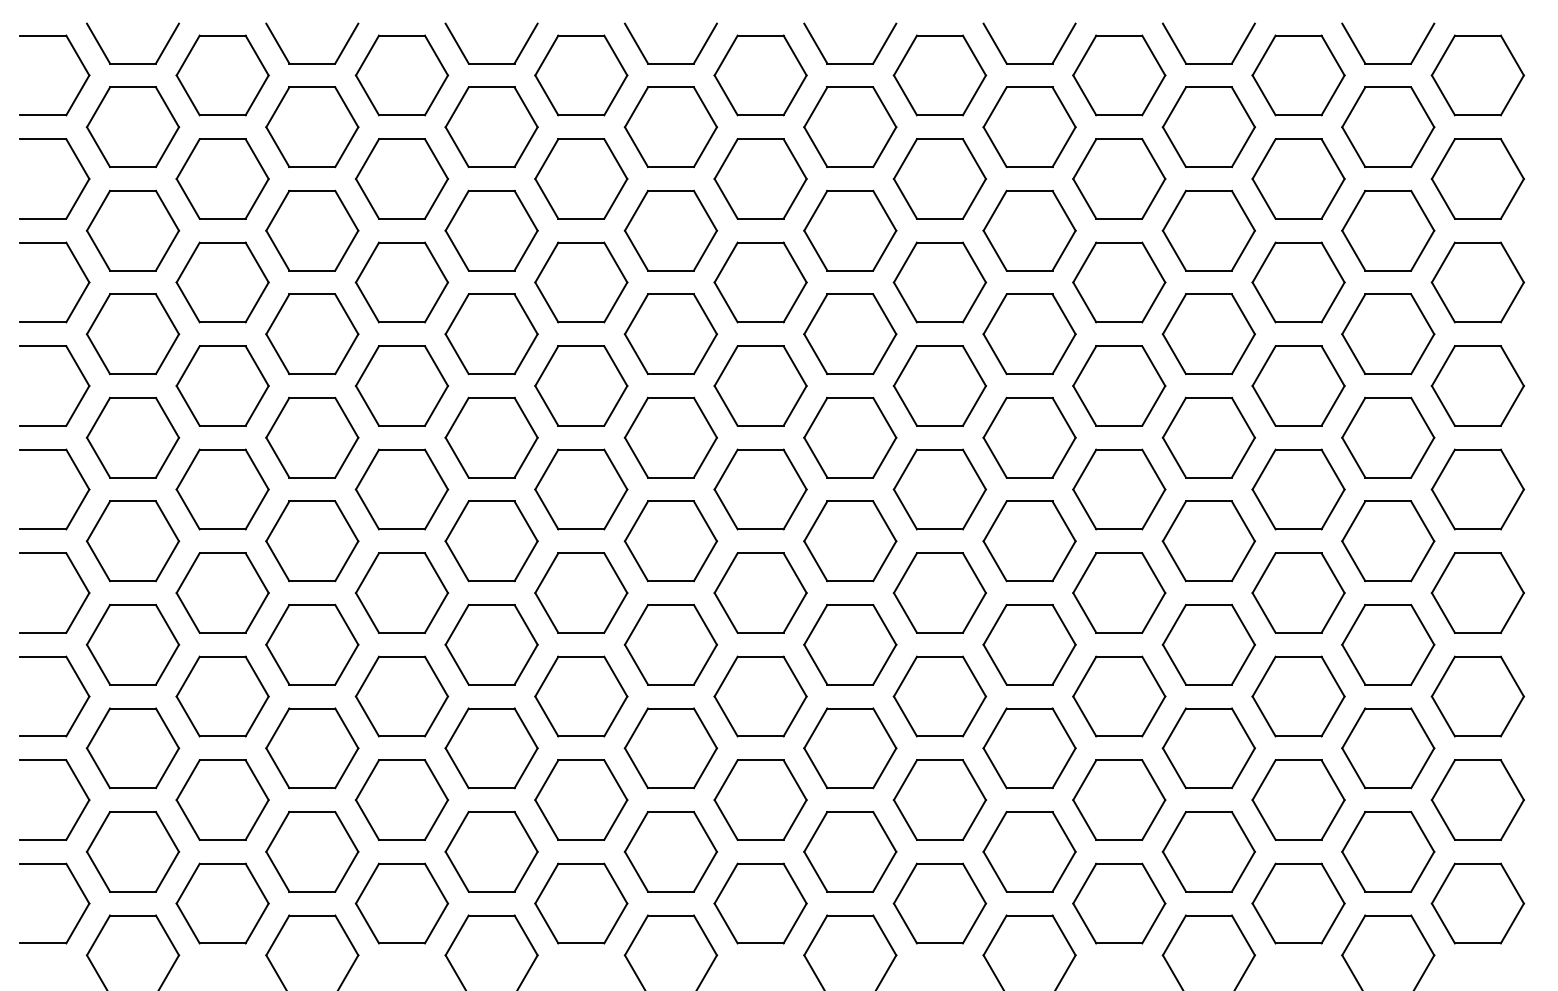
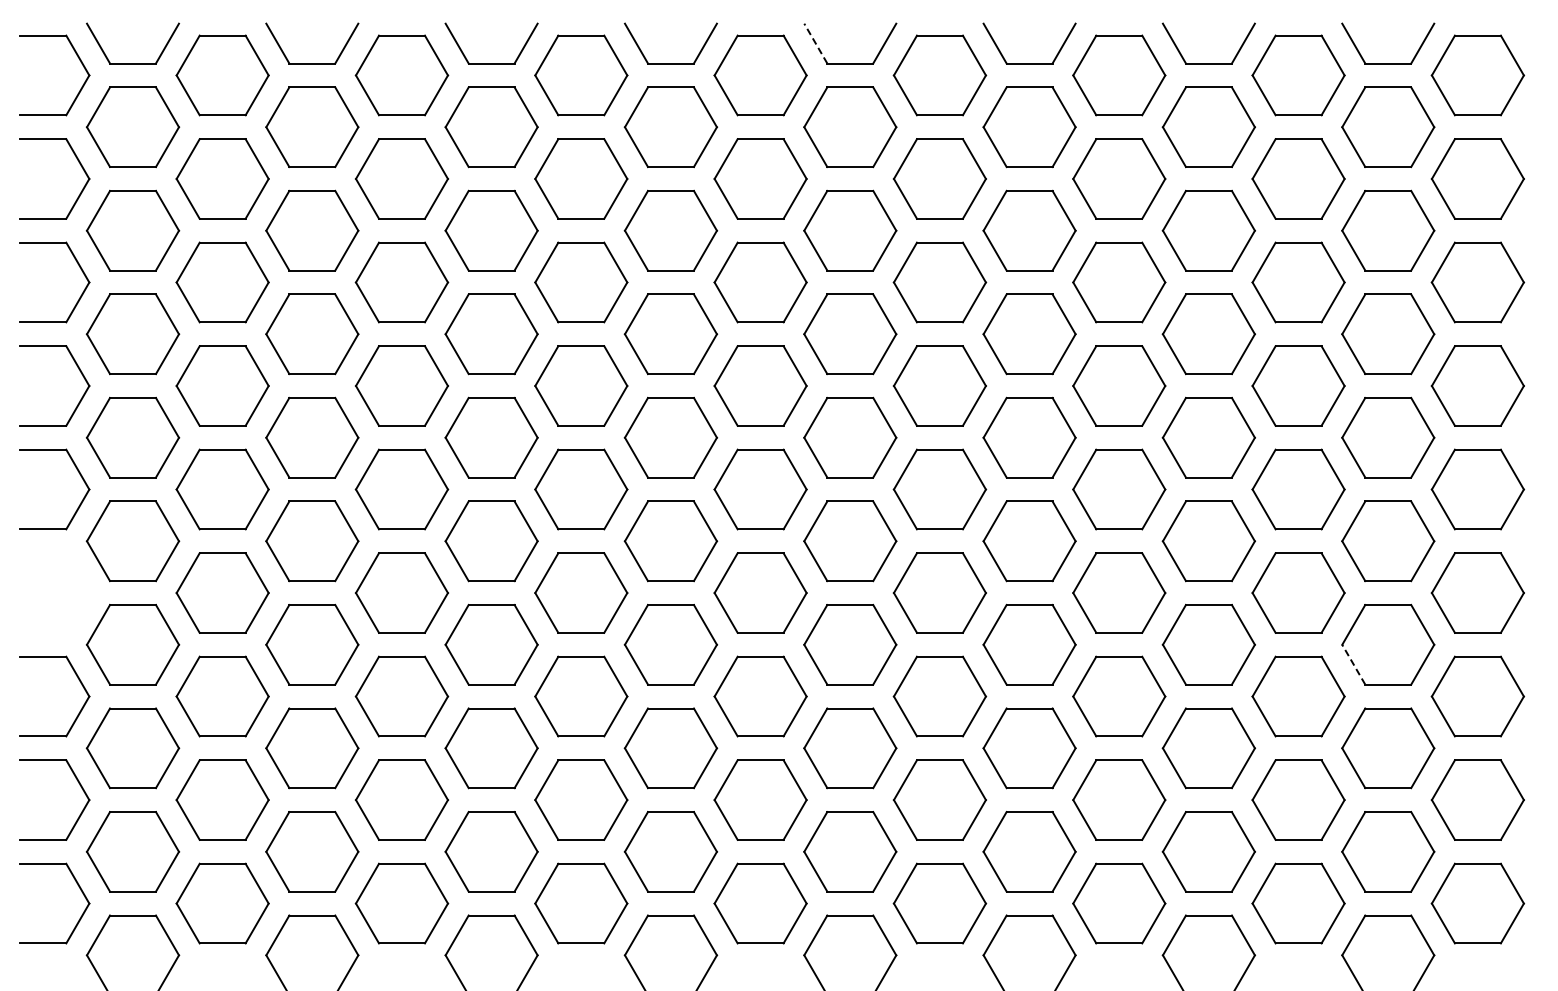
line at (815, 43): solid -> dashed
part at (79, 578): present -> none
line at (1353, 664): solid -> dashed
